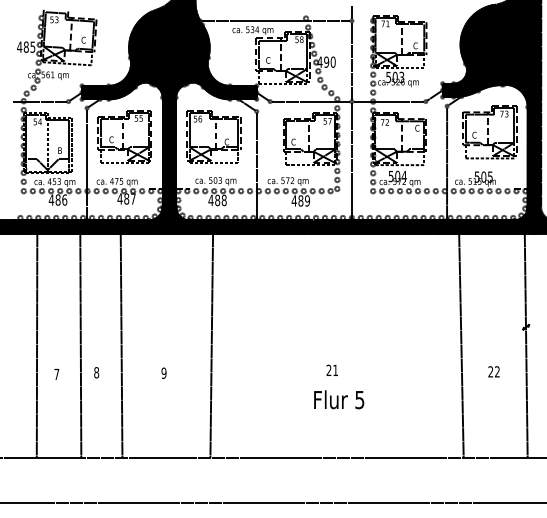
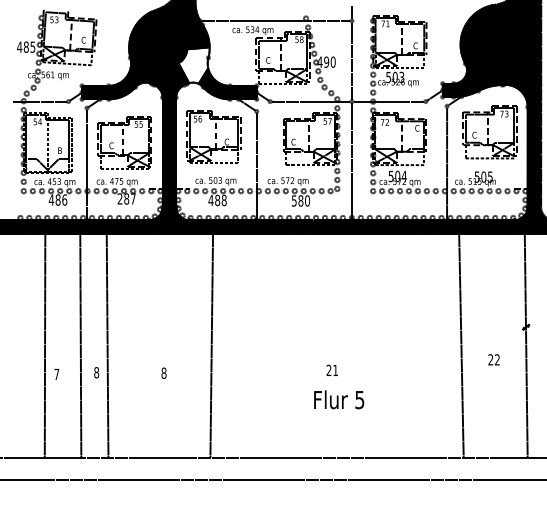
fill at (193, 65): present -> none
part at (124, 136) position: (124, 136) -> (124, 142)
text at (119, 198): 487 -> 287
text at (300, 200): 489 -> 580
line at (36, 345) position: (36, 345) -> (44, 345)
line at (121, 345) position: (121, 345) -> (107, 345)
text at (493, 371) position: (493, 371) -> (493, 359)
text at (163, 373): 9 -> 8
line at (272, 502) position: (272, 502) -> (272, 479)
